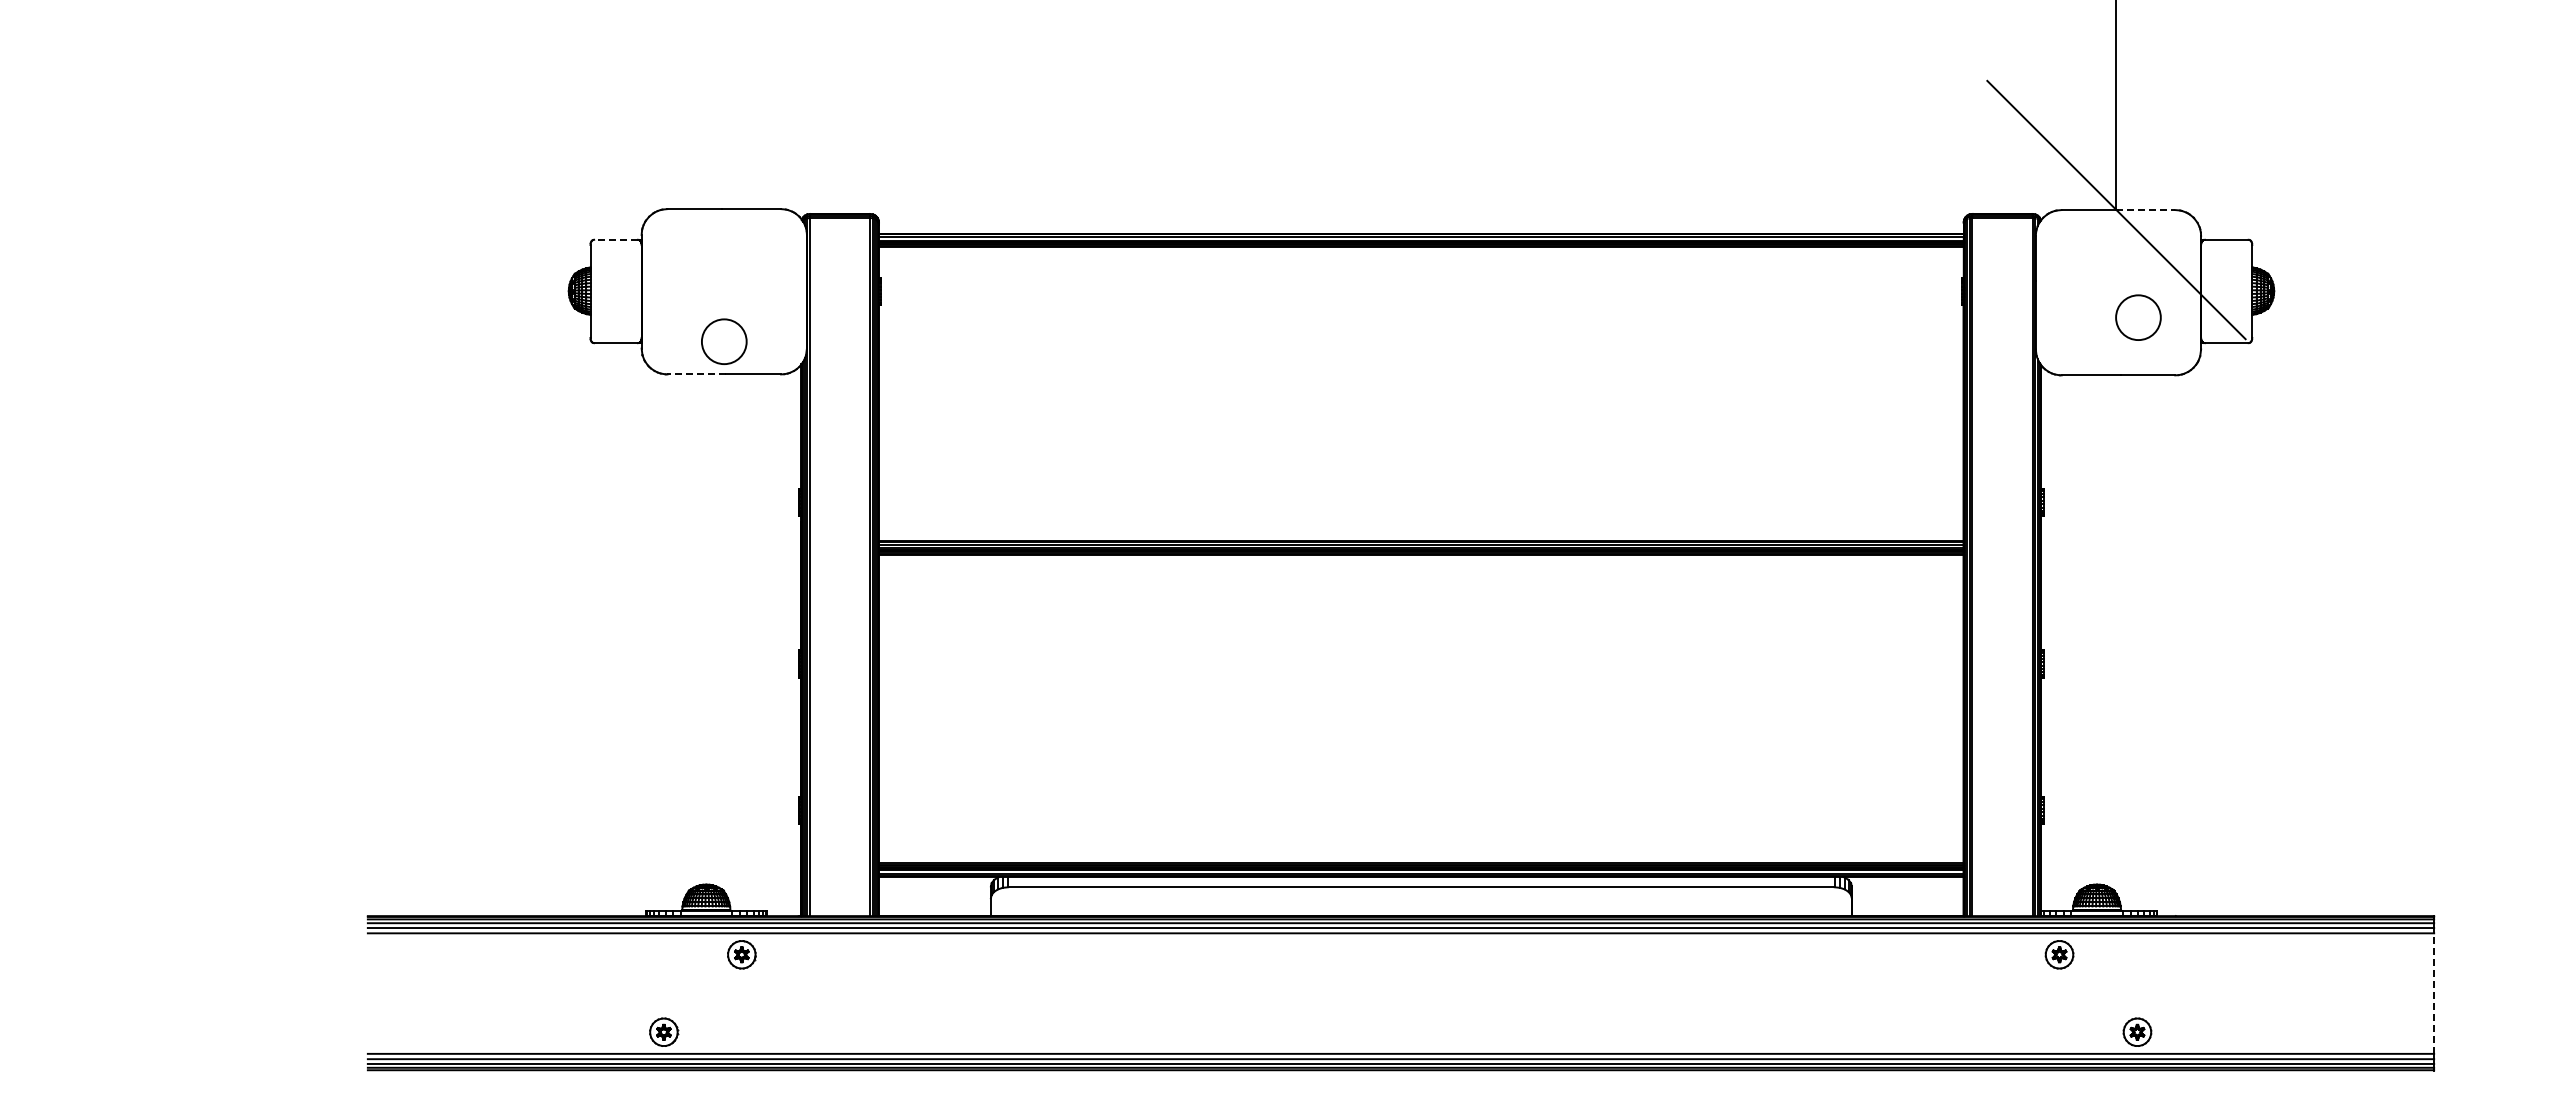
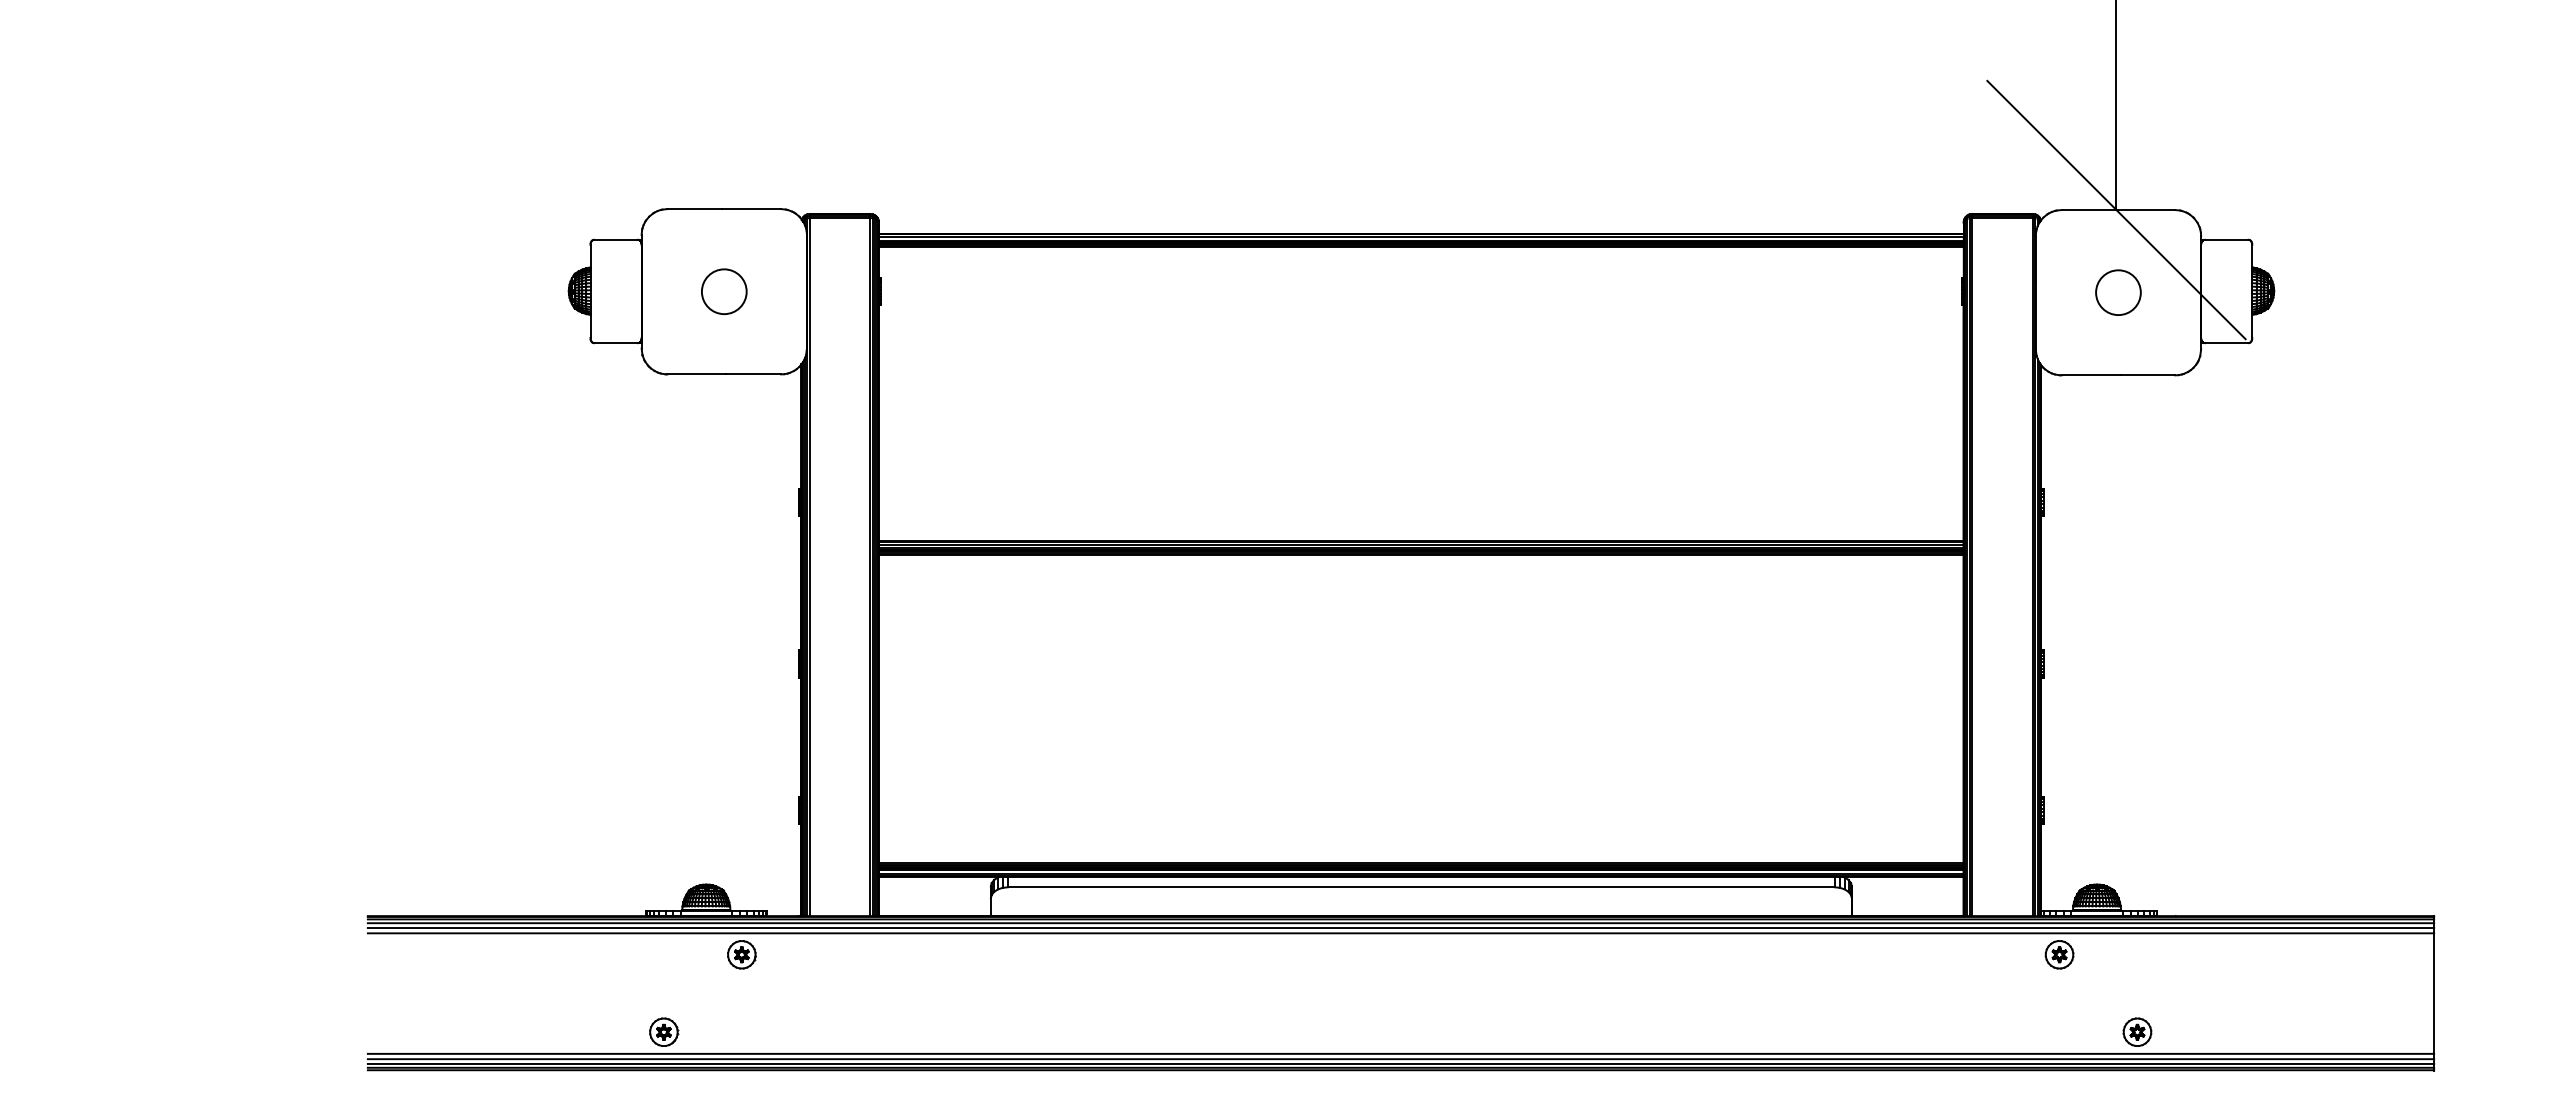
line at (2146, 210): dashed -> solid
line at (616, 239): dashed -> solid
circle at (2138, 317) position: (2138, 317) -> (2118, 292)
circle at (724, 341) position: (724, 341) -> (724, 291)
line at (696, 374): dashed -> solid
line at (2434, 993): dashed -> solid
